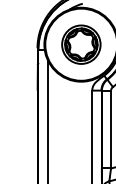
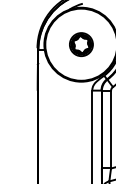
part at (81, 44) size: 41x41 px -> 25x25 px
line at (47, 119): present -> none
